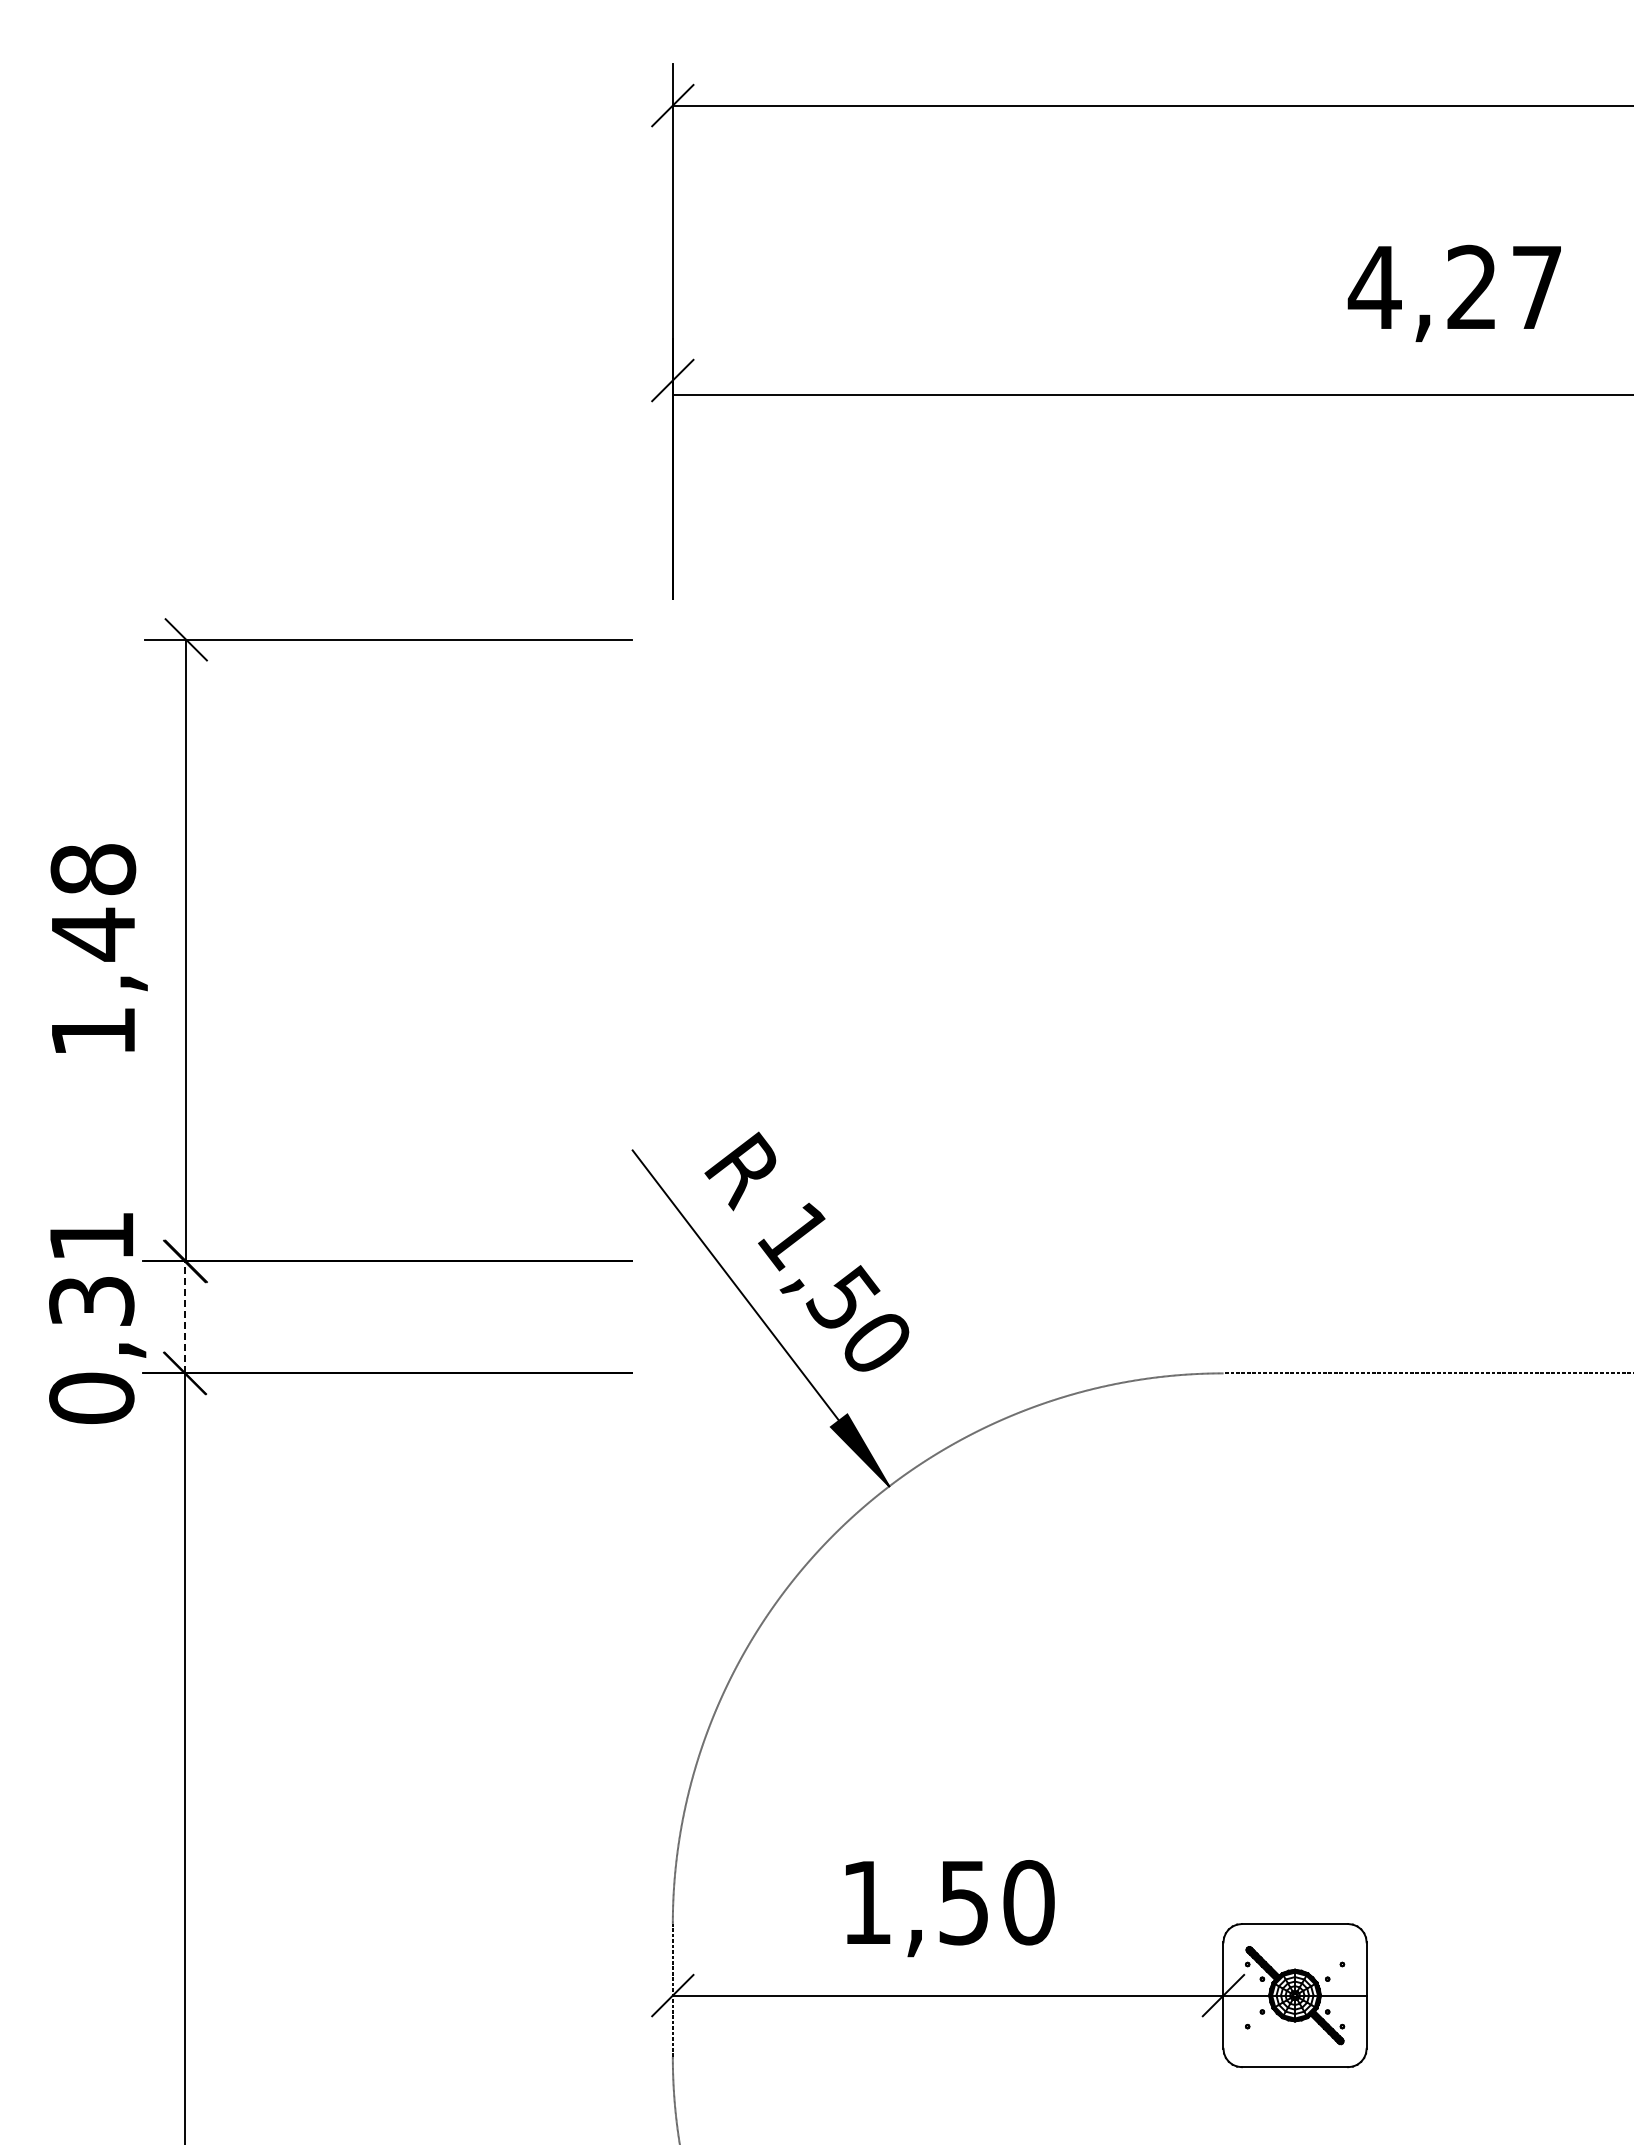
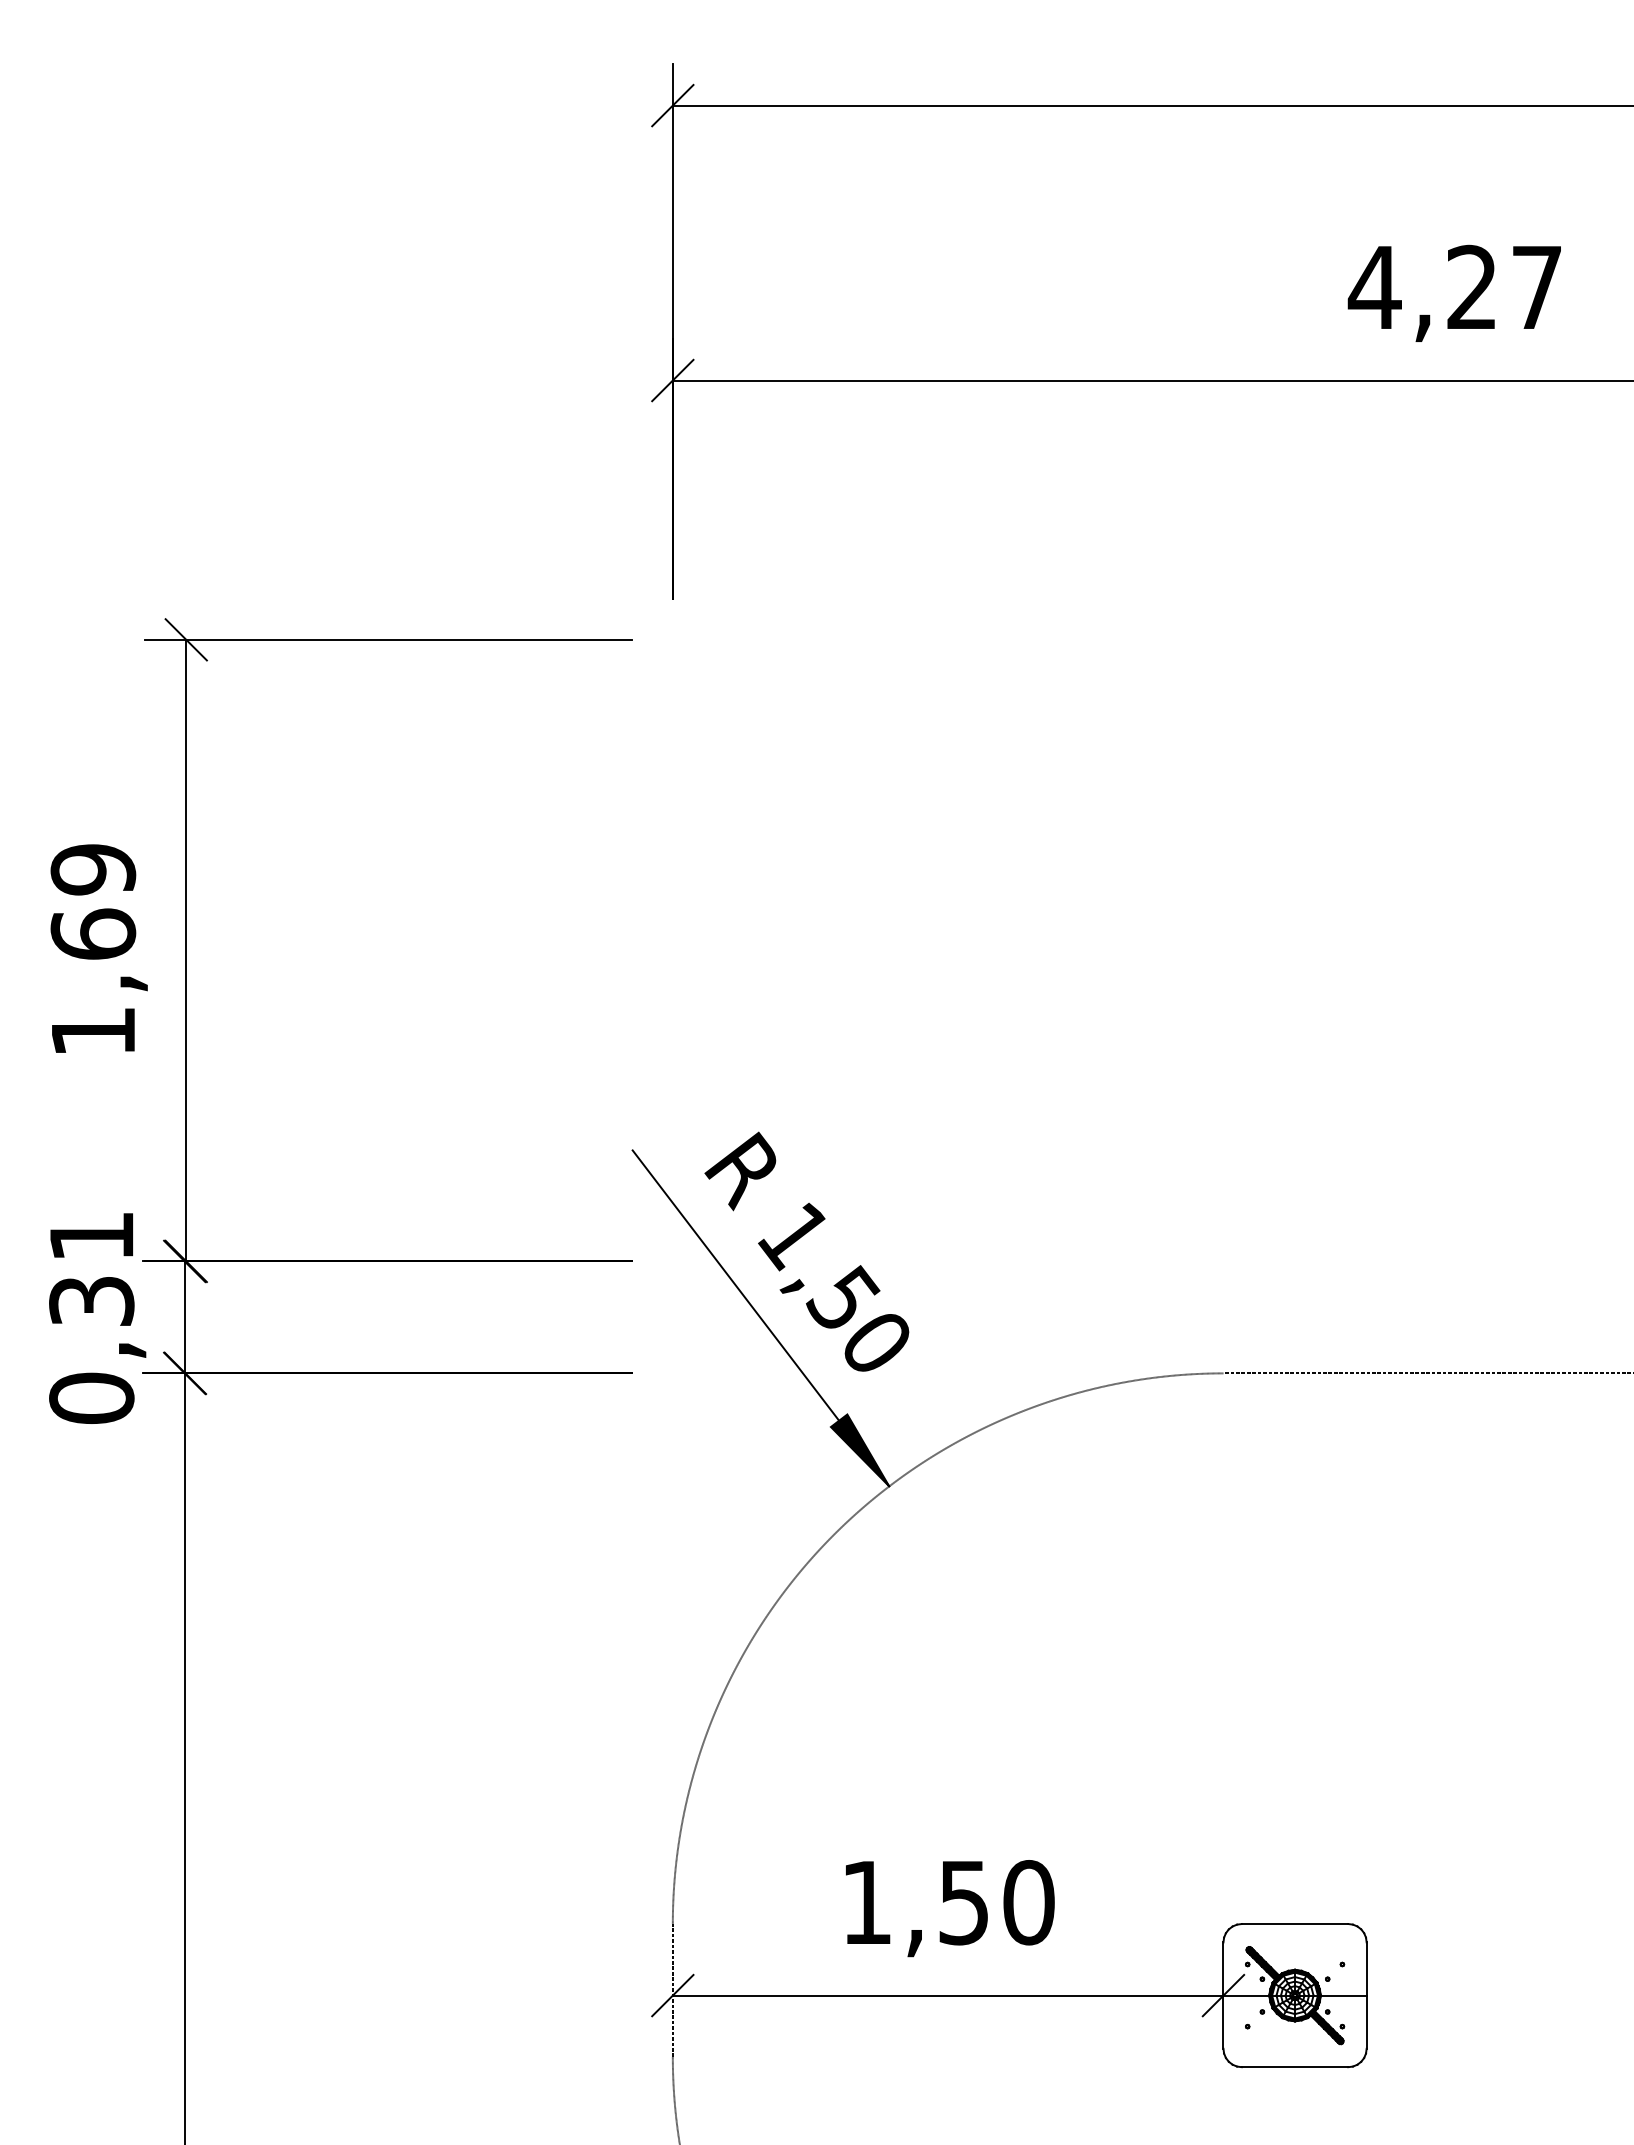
line at (1151, 394) position: (1151, 394) -> (1151, 380)
text at (93, 902): 1,48 -> 1,69
line at (184, 1317): dashed -> solid
